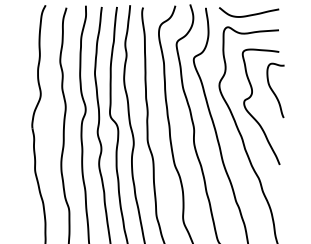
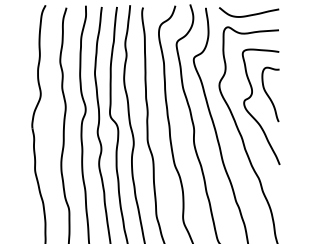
curve at (273, 90) position: (273, 90) -> (268, 94)
